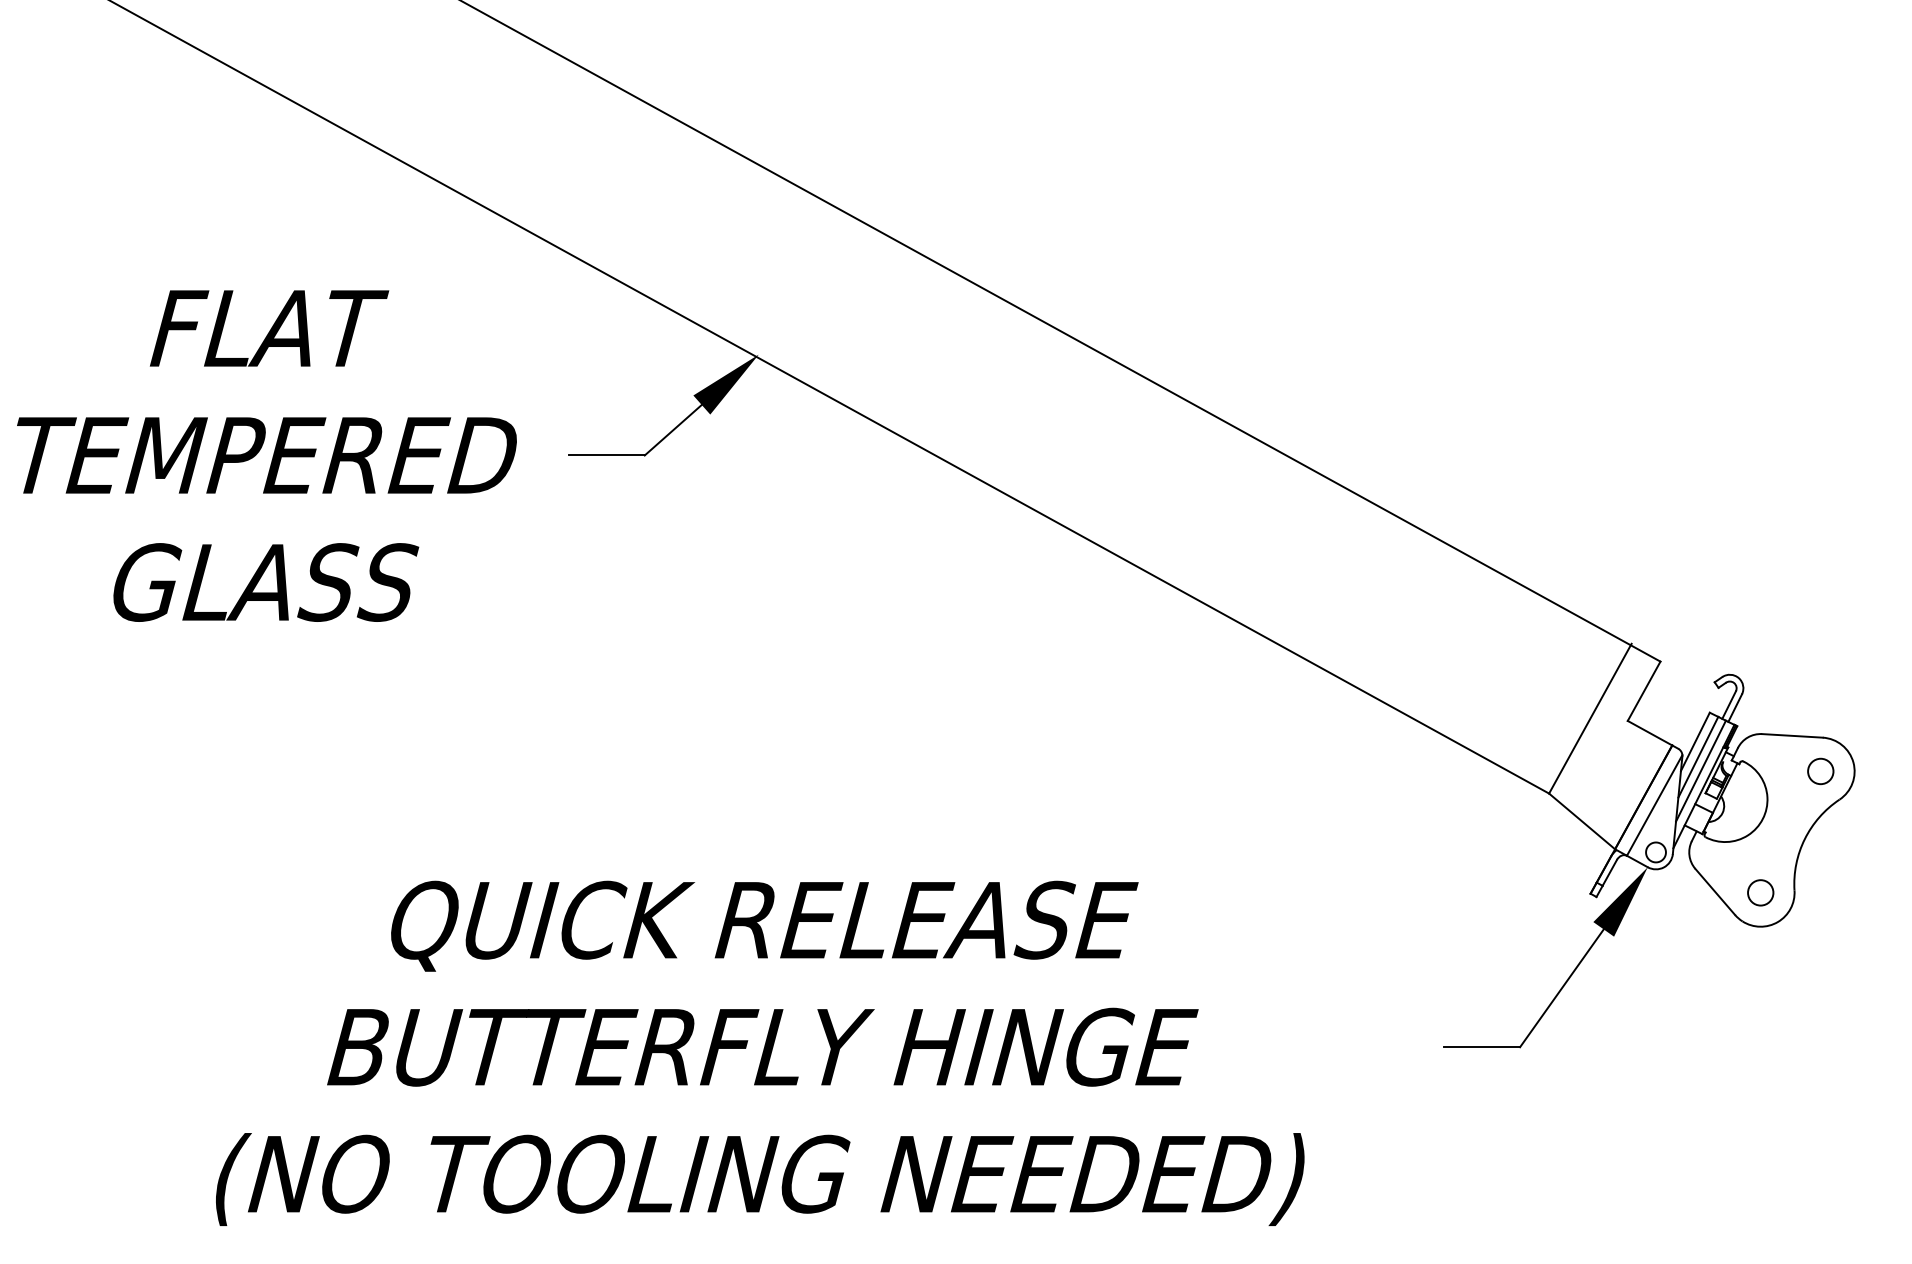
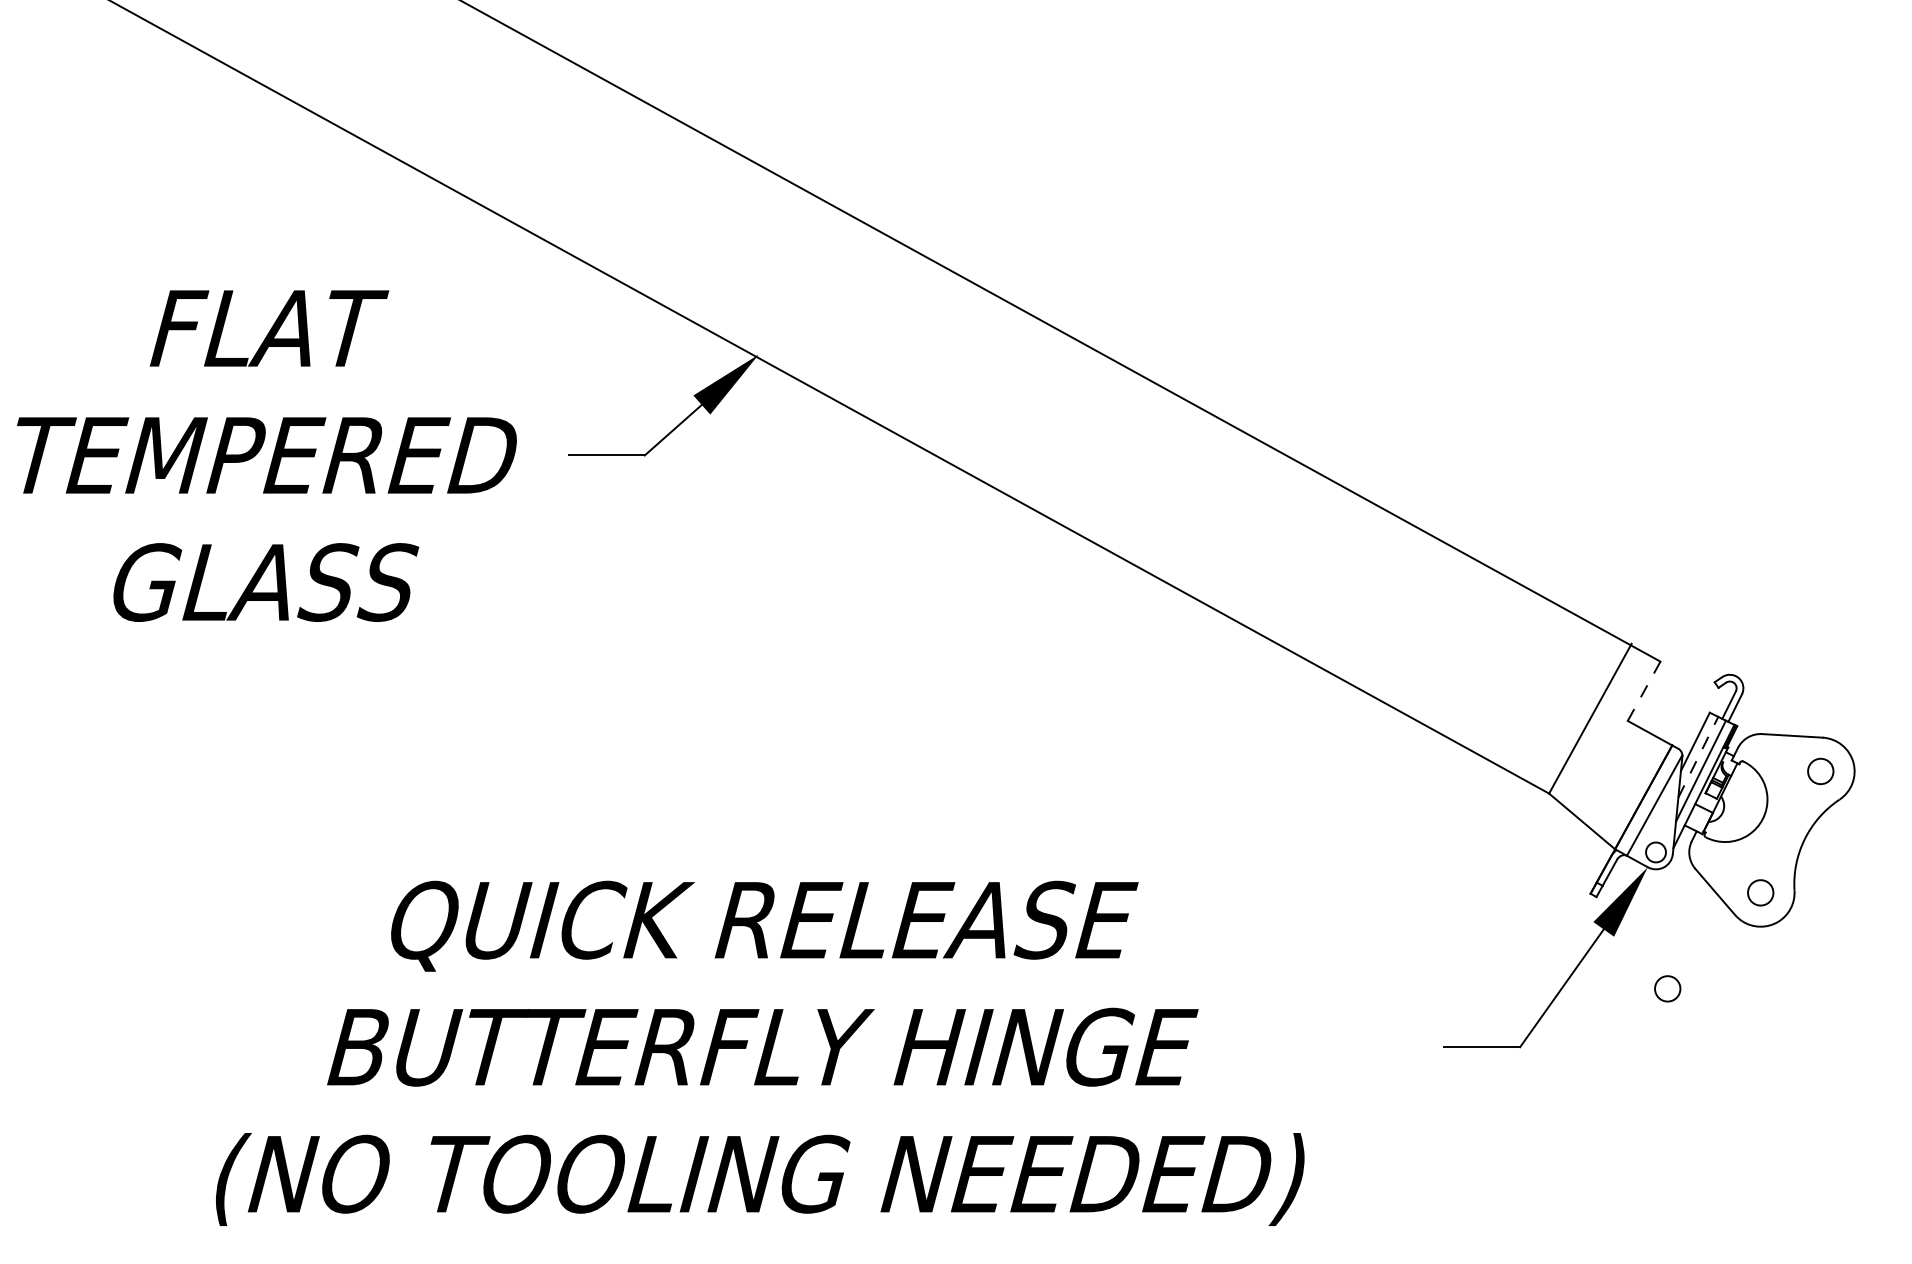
line at (1644, 691): solid -> dashed
line at (1698, 756): solid -> dashed
circle at (1667, 988): none -> present
